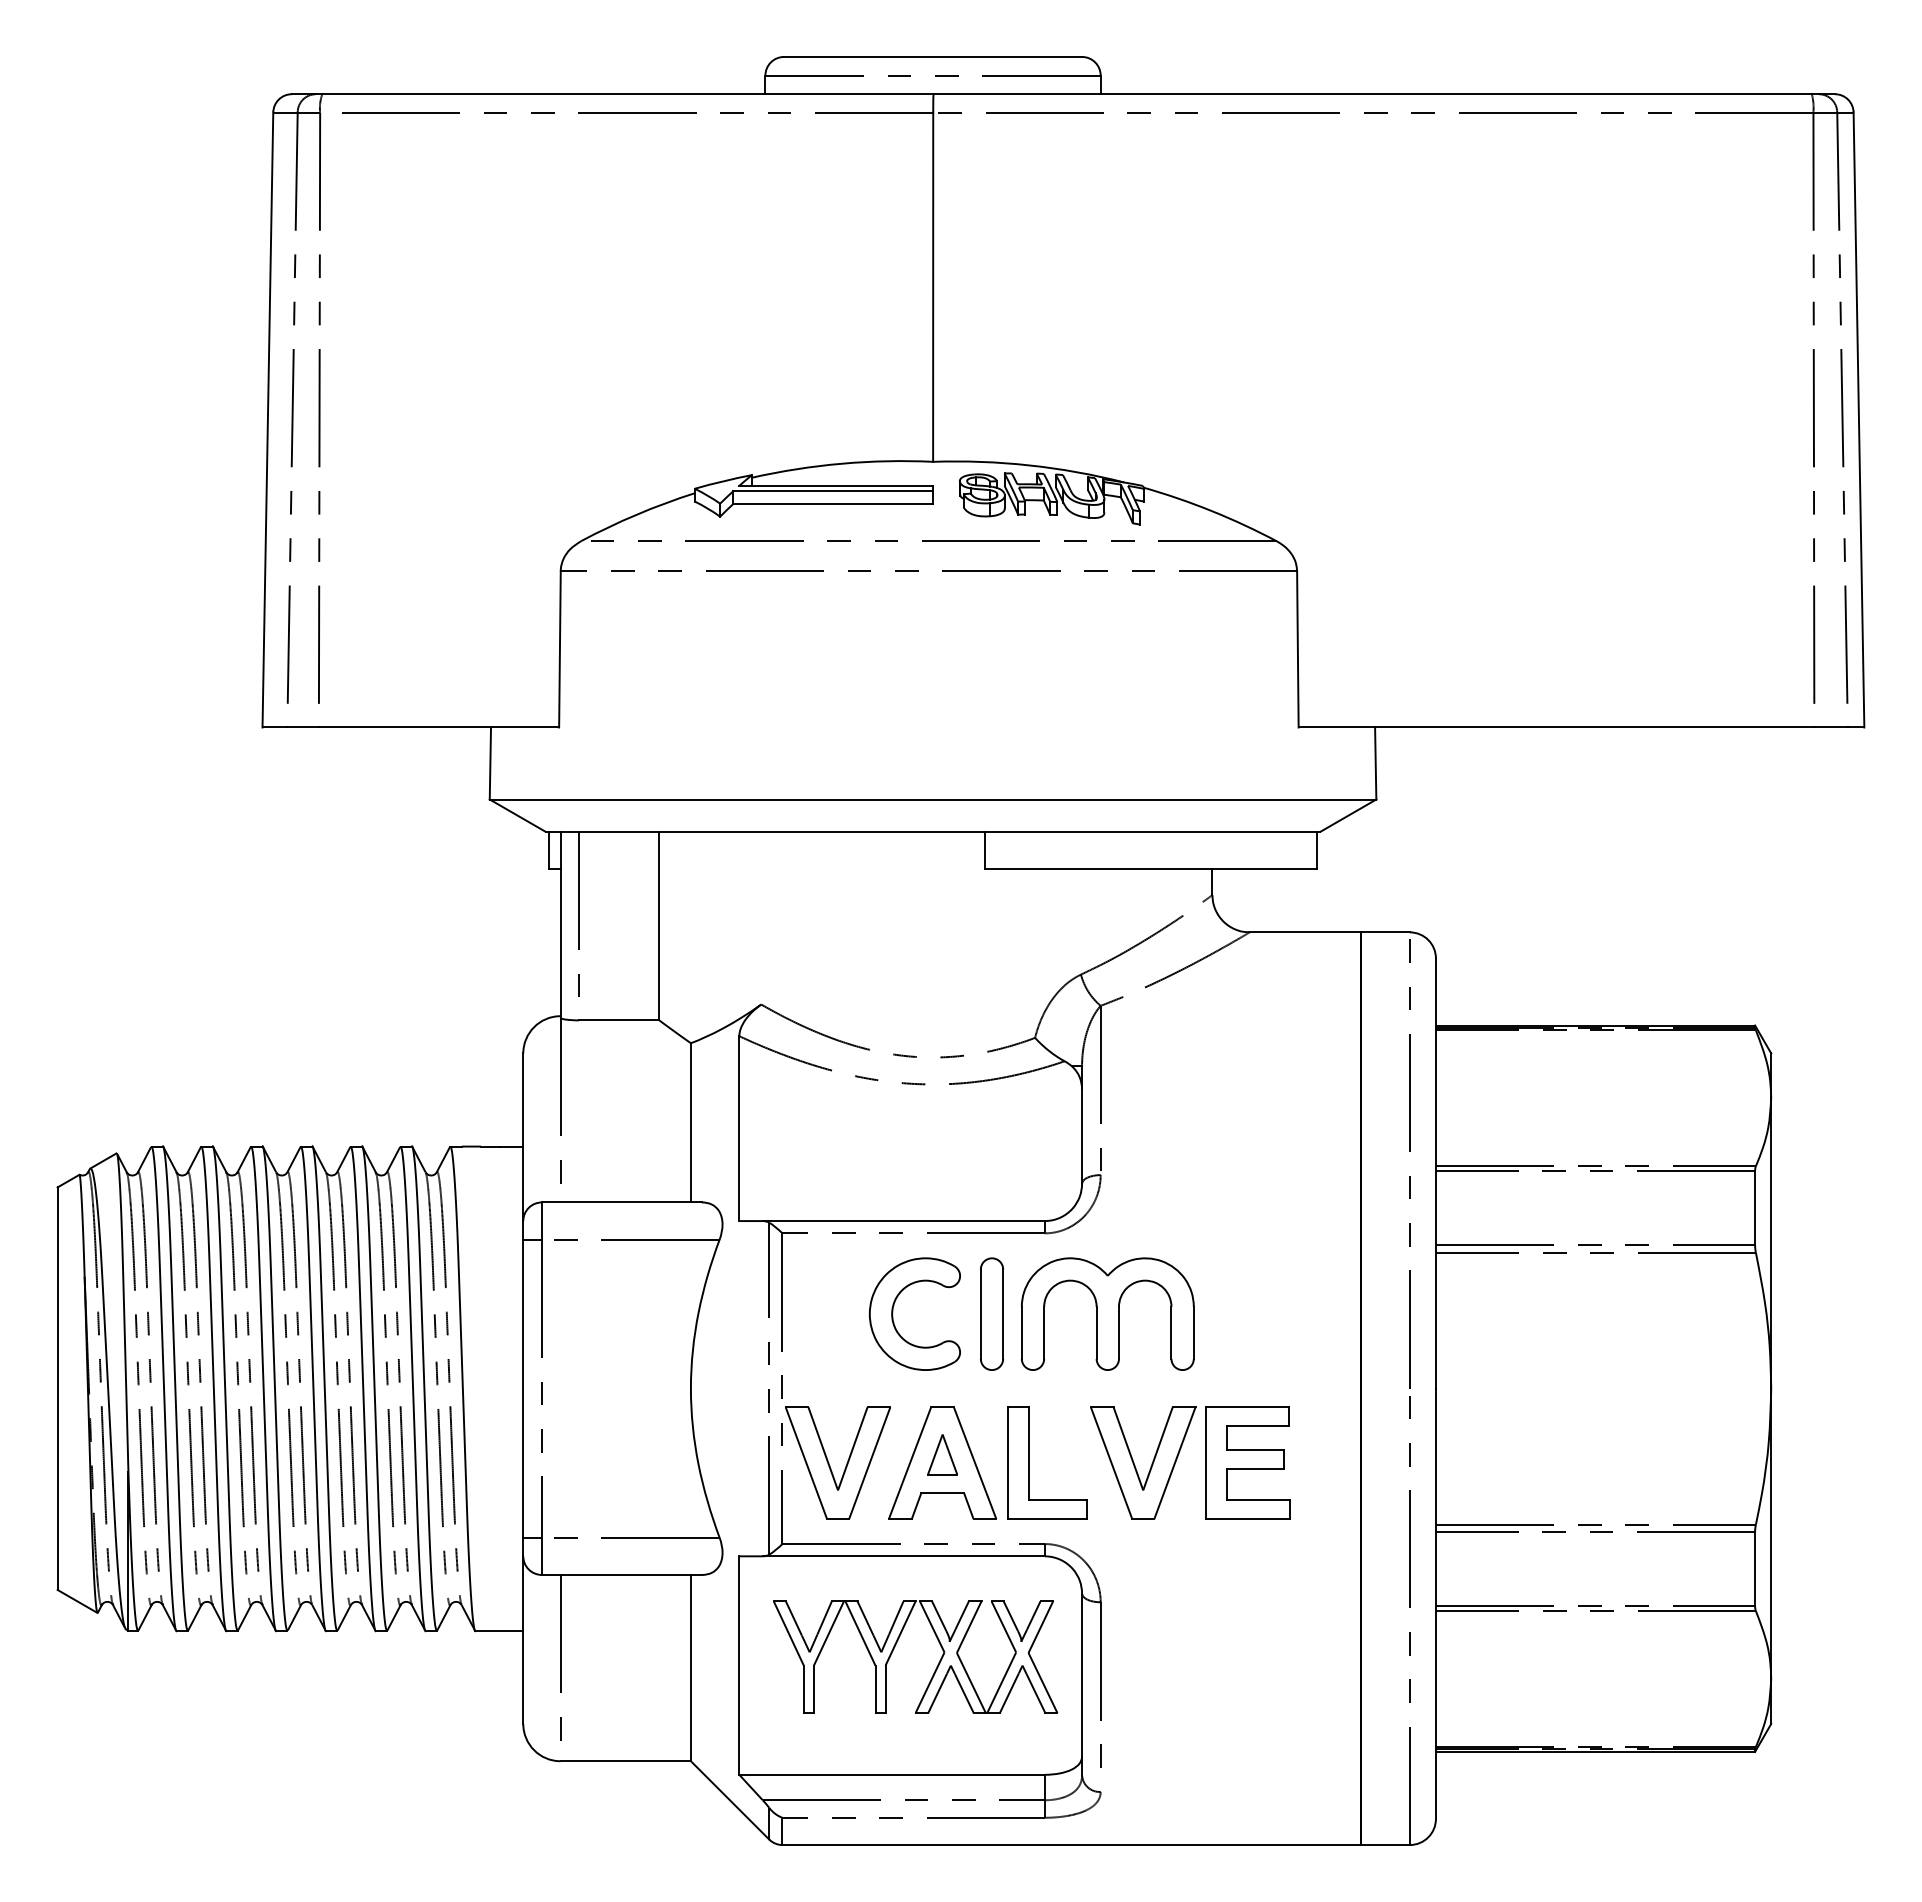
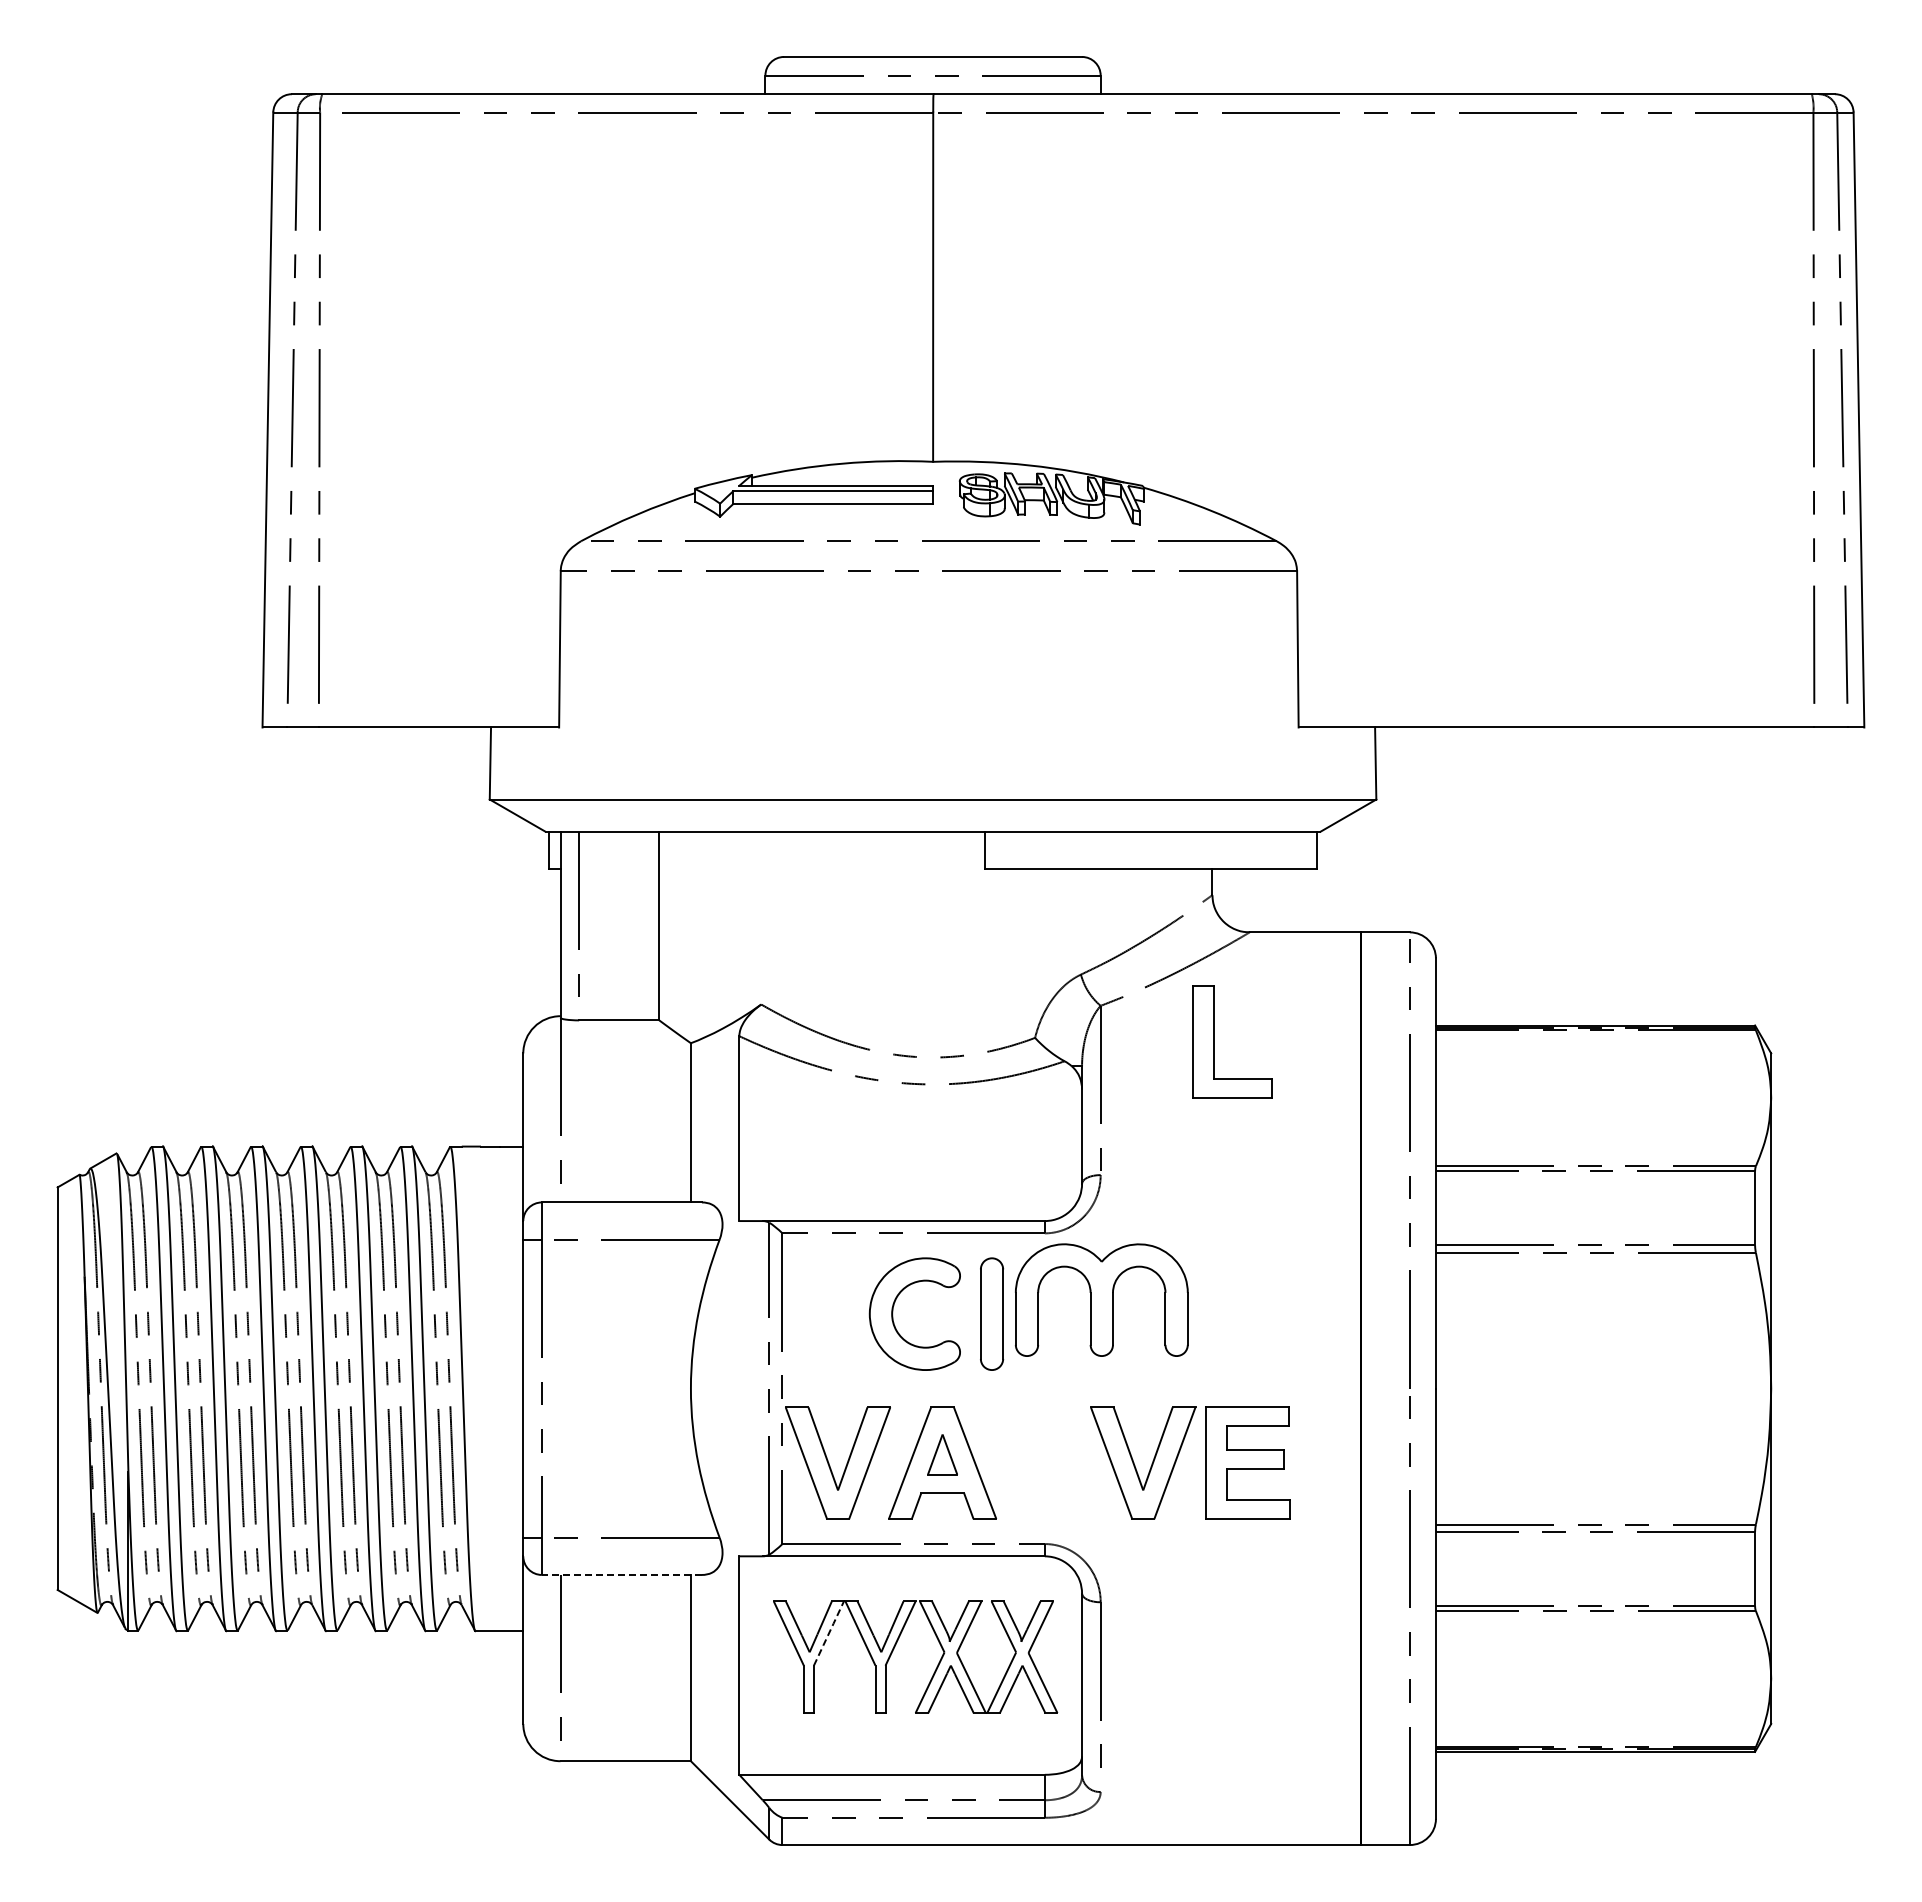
part at (1107, 1313) position: (1107, 1313) -> (1101, 1299)
part at (1029, 1462) position: (1029, 1462) -> (1214, 1041)
line at (621, 1574): solid -> dashed
line at (828, 1633): solid -> dashed
